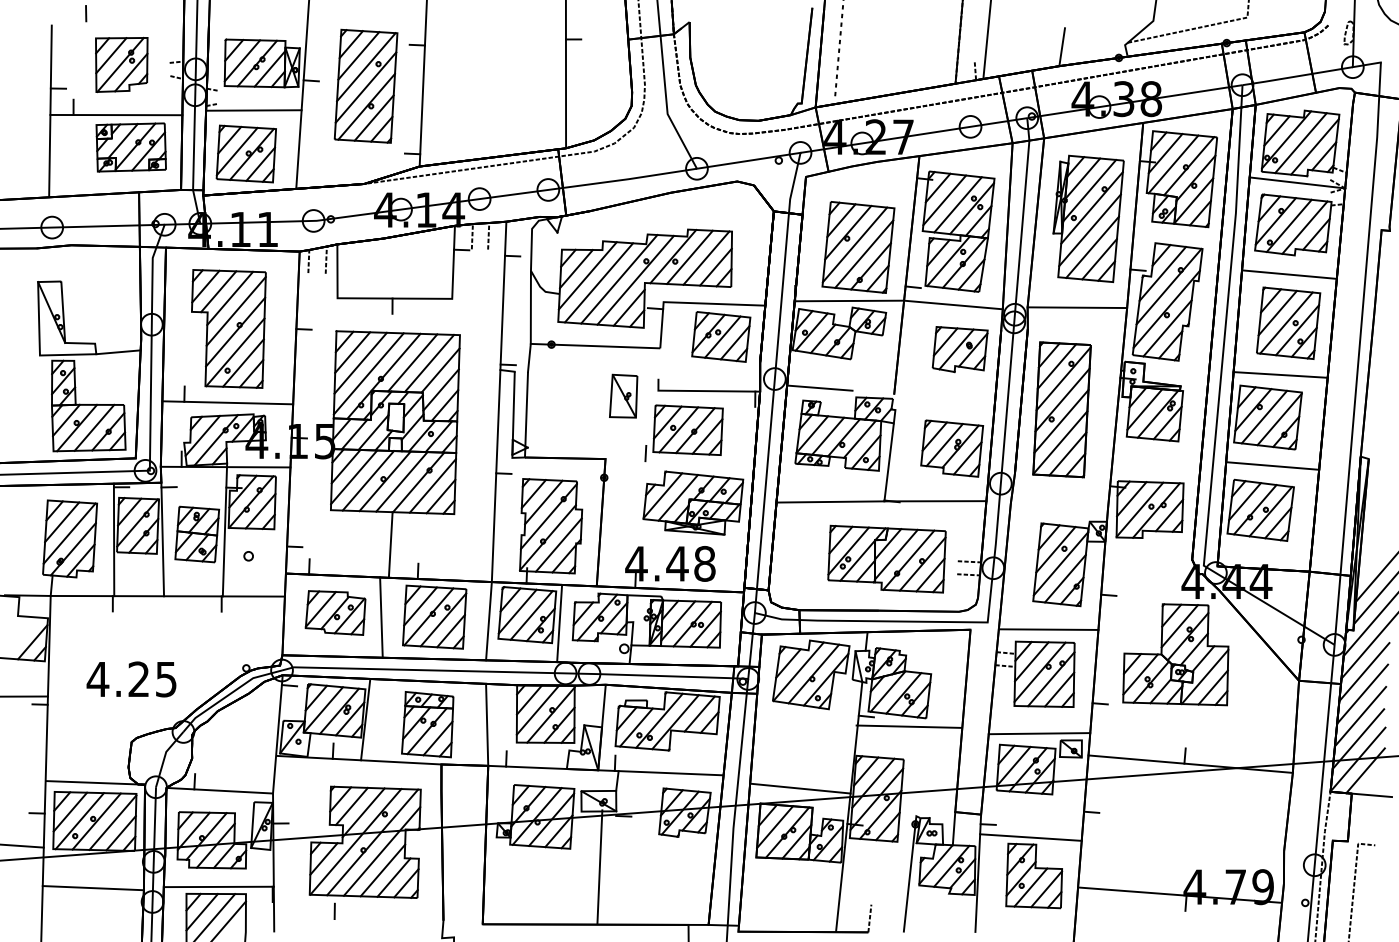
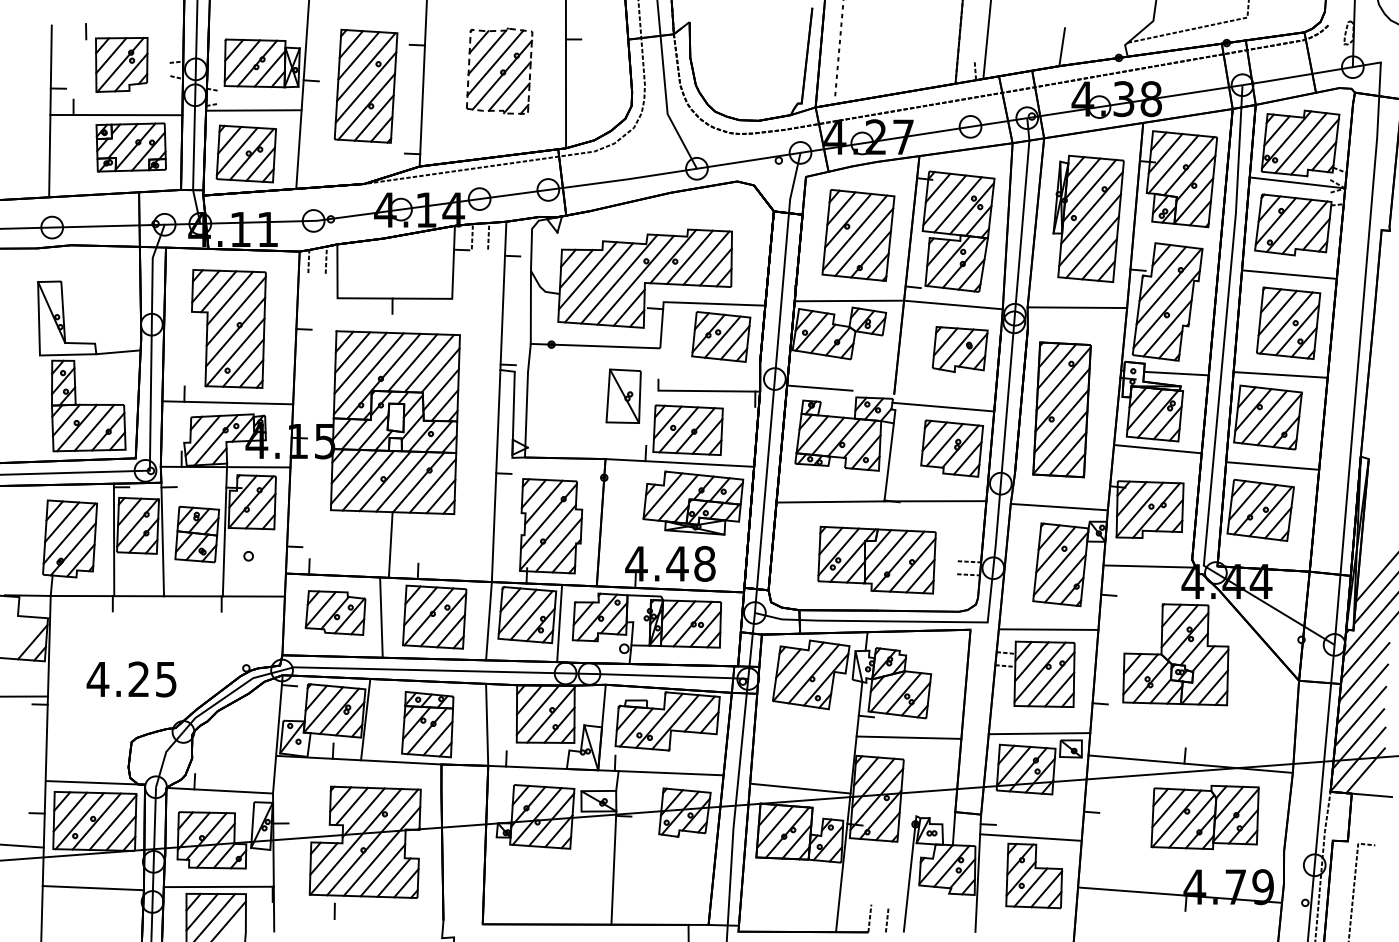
line at (86, 13) position: (86, 13) -> (86, 31)
part at (499, 70): none -> present
part at (858, 247) position: (858, 247) -> (858, 235)
line at (1176, 373): none -> present
part at (623, 395) size: 30x46 px -> 37x56 px
line at (943, 406): none -> present
line at (1157, 449): none -> present
line at (679, 462): none -> present
line at (1058, 506): none -> present
part at (886, 558) position: (886, 558) -> (876, 559)
line at (1149, 566): none -> present
line at (908, 726) position: (908, 726) -> (908, 737)
part at (1204, 817): none -> present
line at (599, 866) position: (599, 866) -> (613, 867)
line at (887, 919): none -> present
